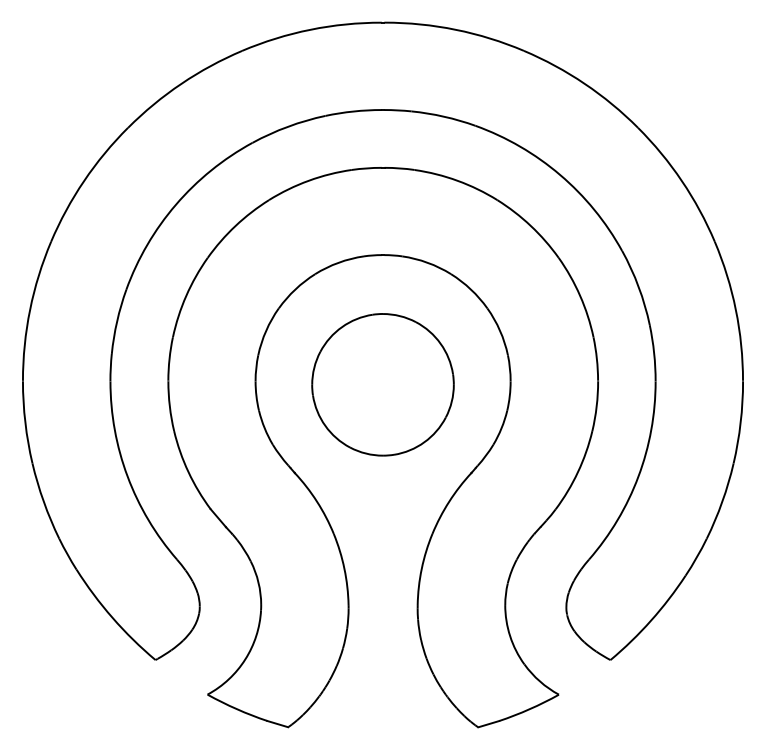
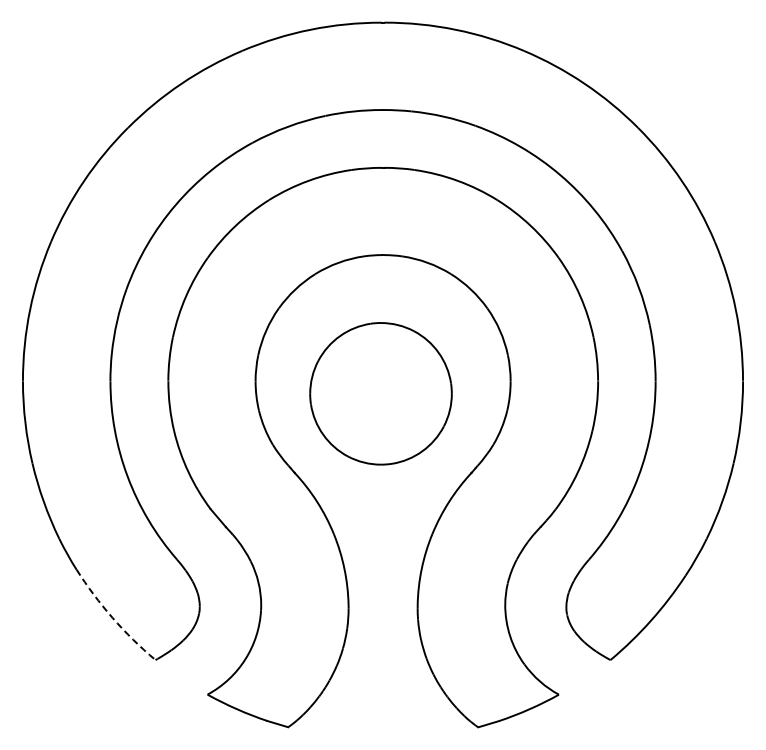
part at (382, 384) position: (382, 384) -> (380, 393)
arc at (112, 617): solid -> dashed
